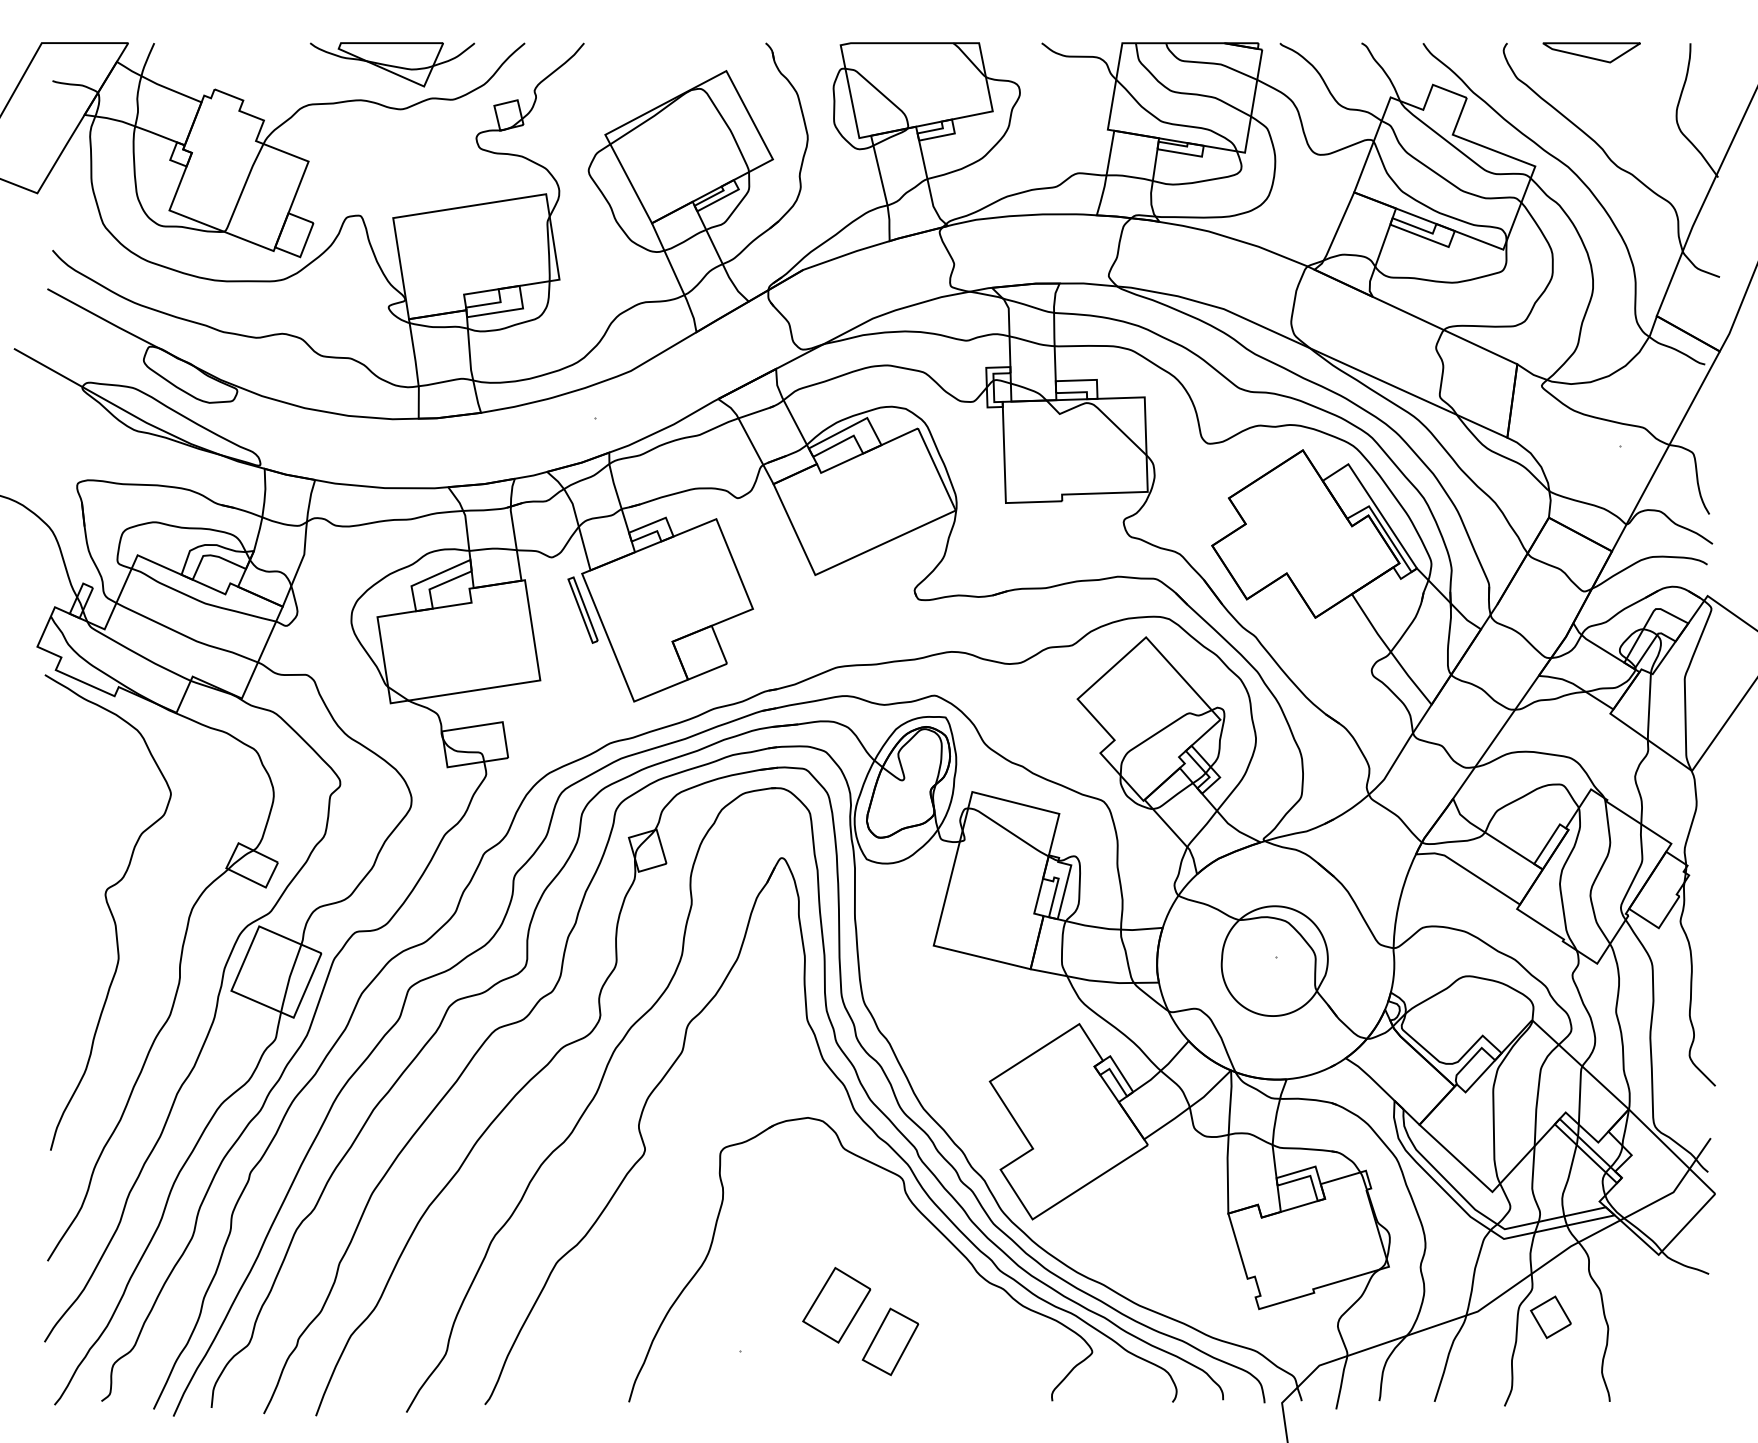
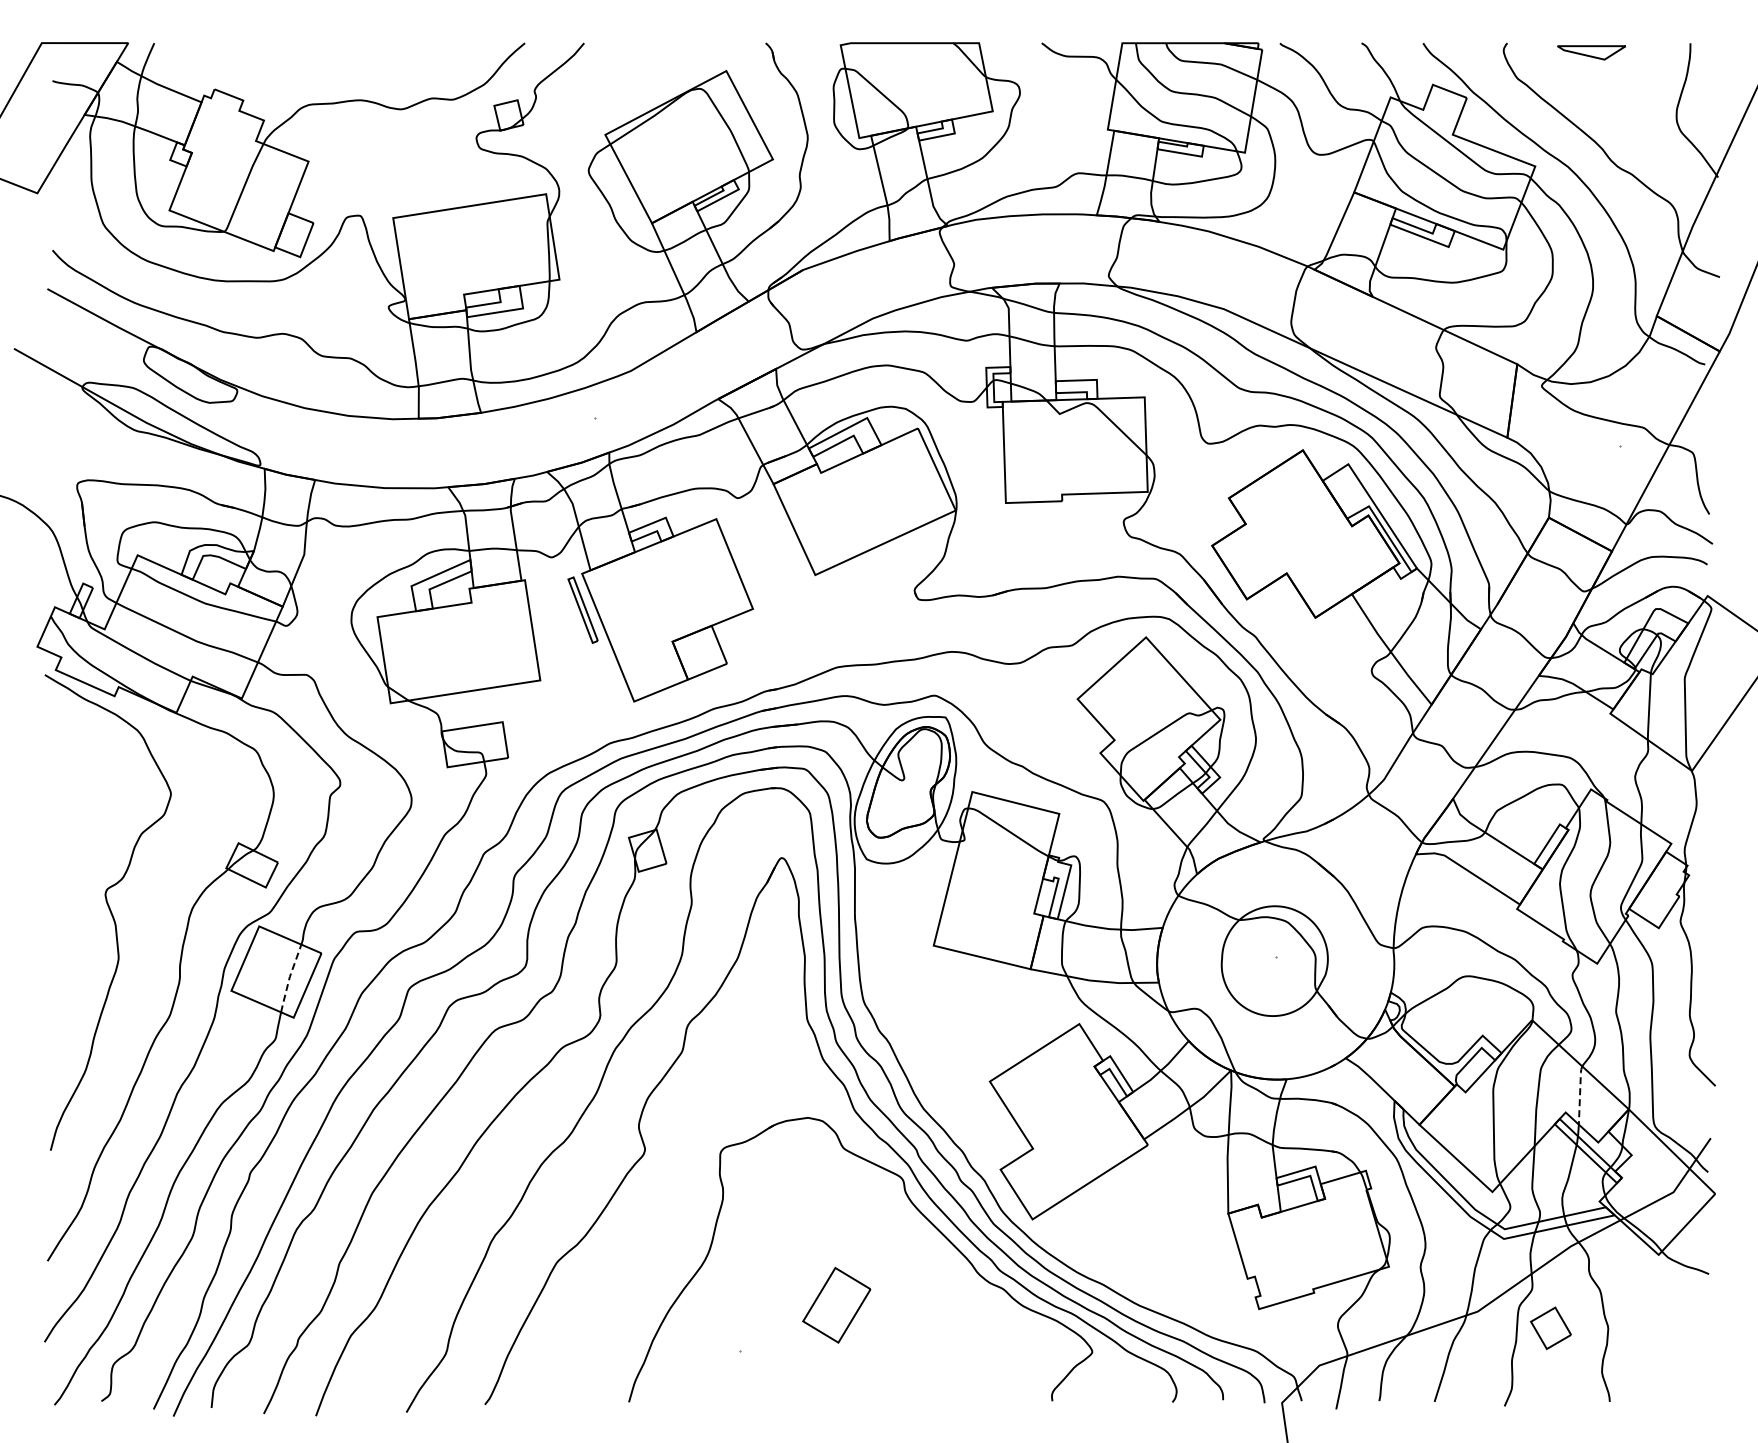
part at (1591, 52) size: 99x22 px -> 69x16 px
part at (392, 64): present -> none
line at (289, 977): solid -> dashed
line at (1580, 1094): solid -> dashed
part at (1550, 1317) position: (1550, 1317) -> (1550, 1328)
part at (890, 1341): present -> none
